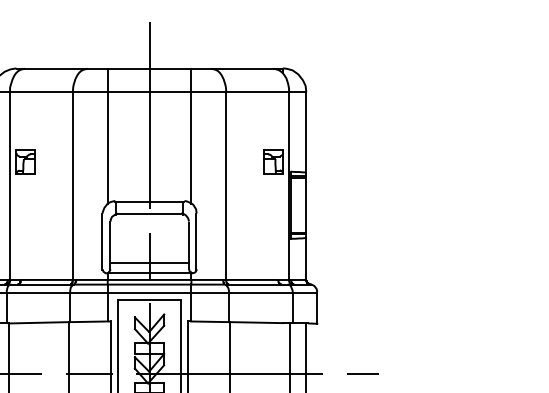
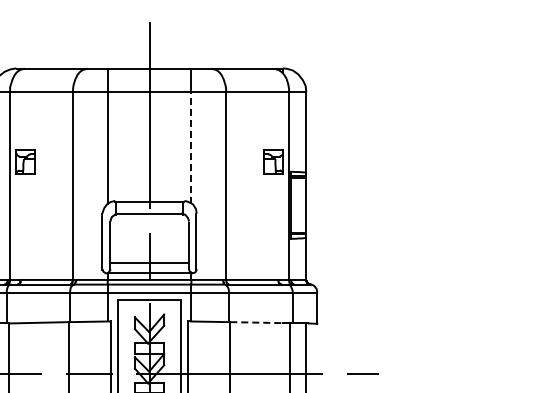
line at (191, 148): solid -> dashed
line at (257, 322): solid -> dashed
